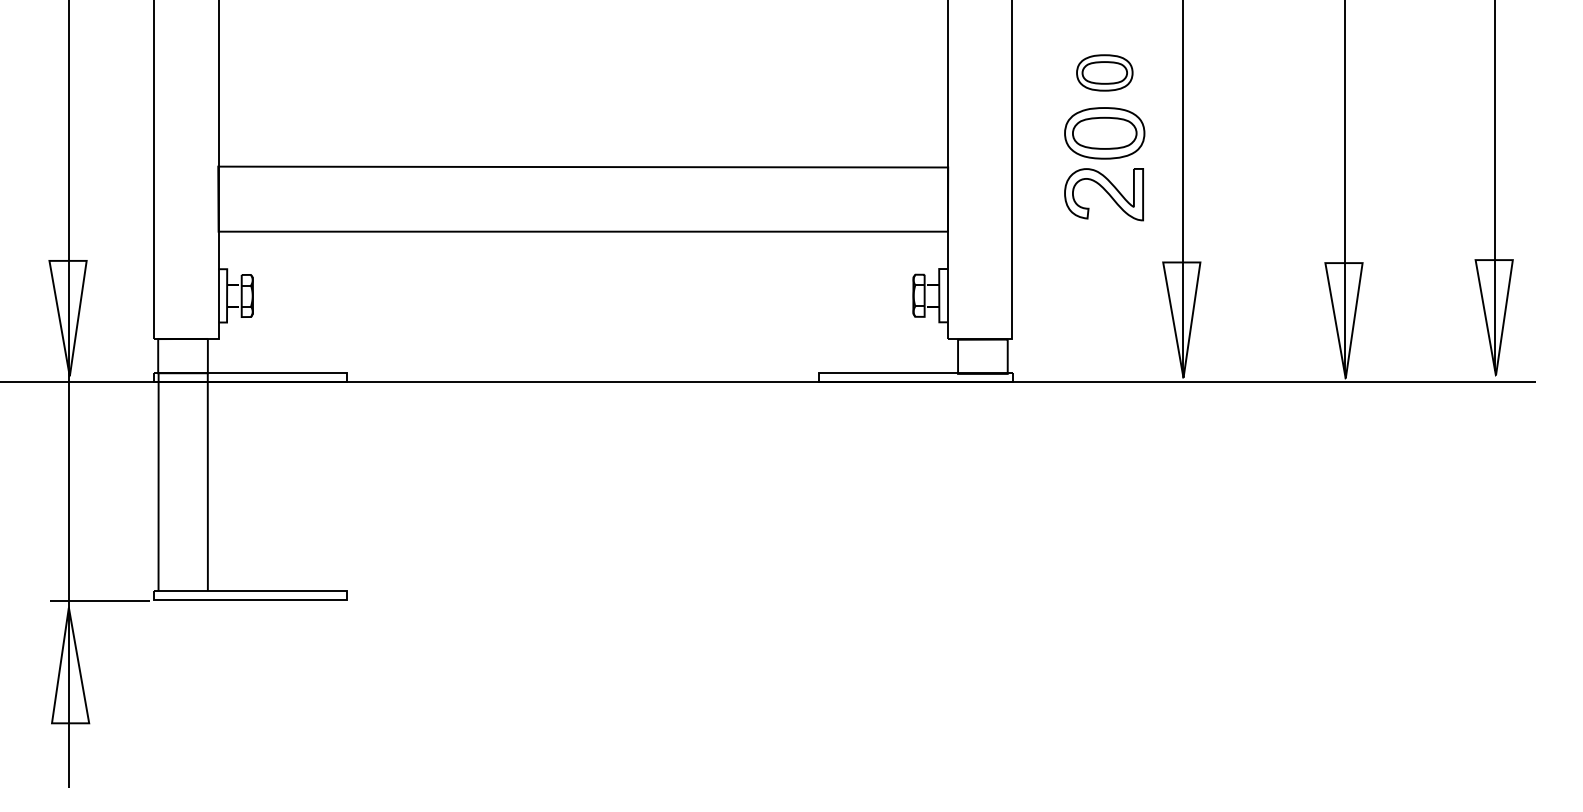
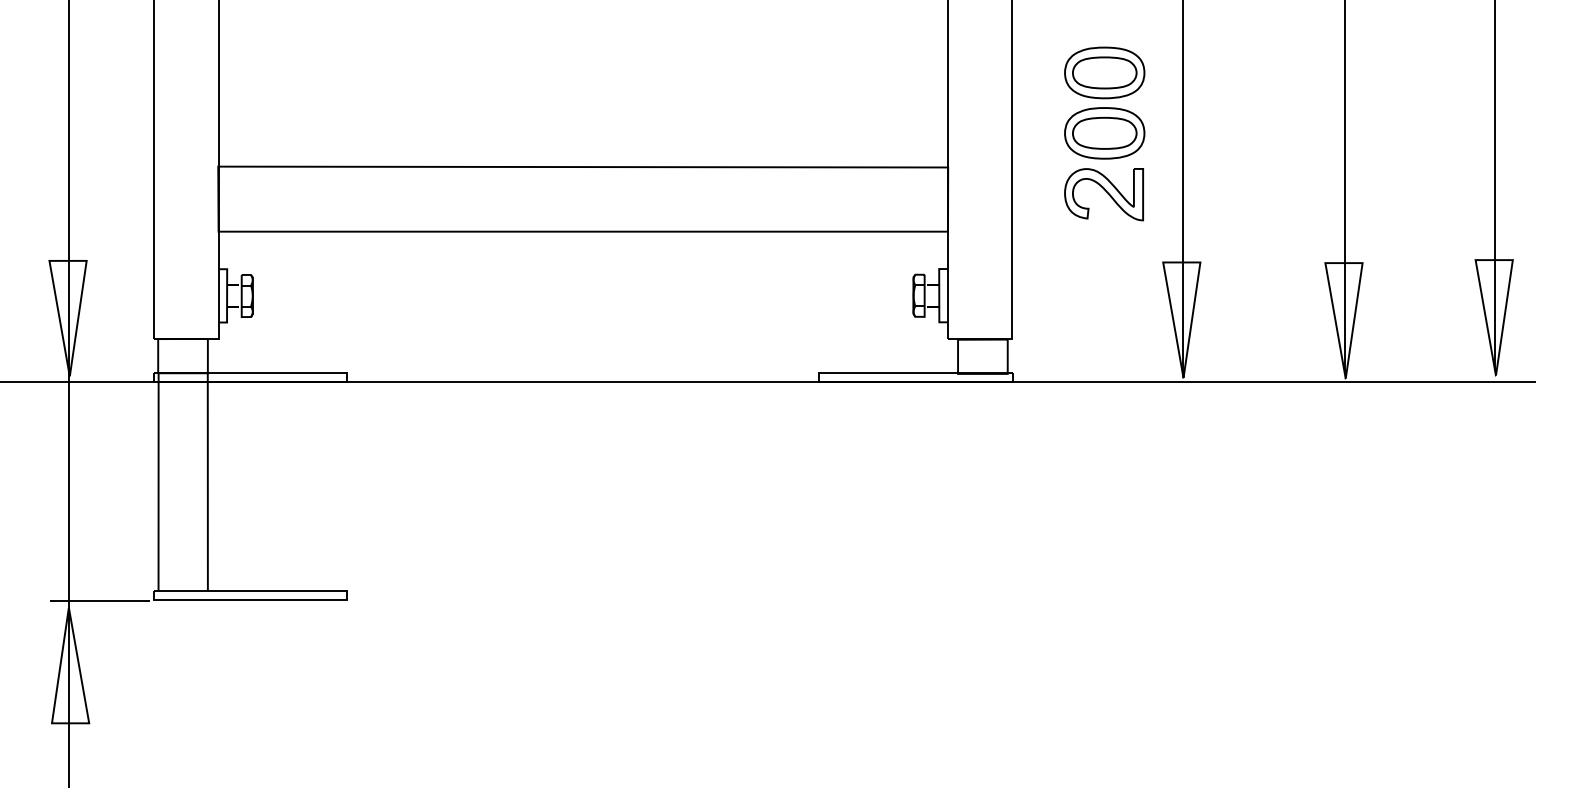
part at (1104, 72) size: 58x38 px -> 82x54 px
